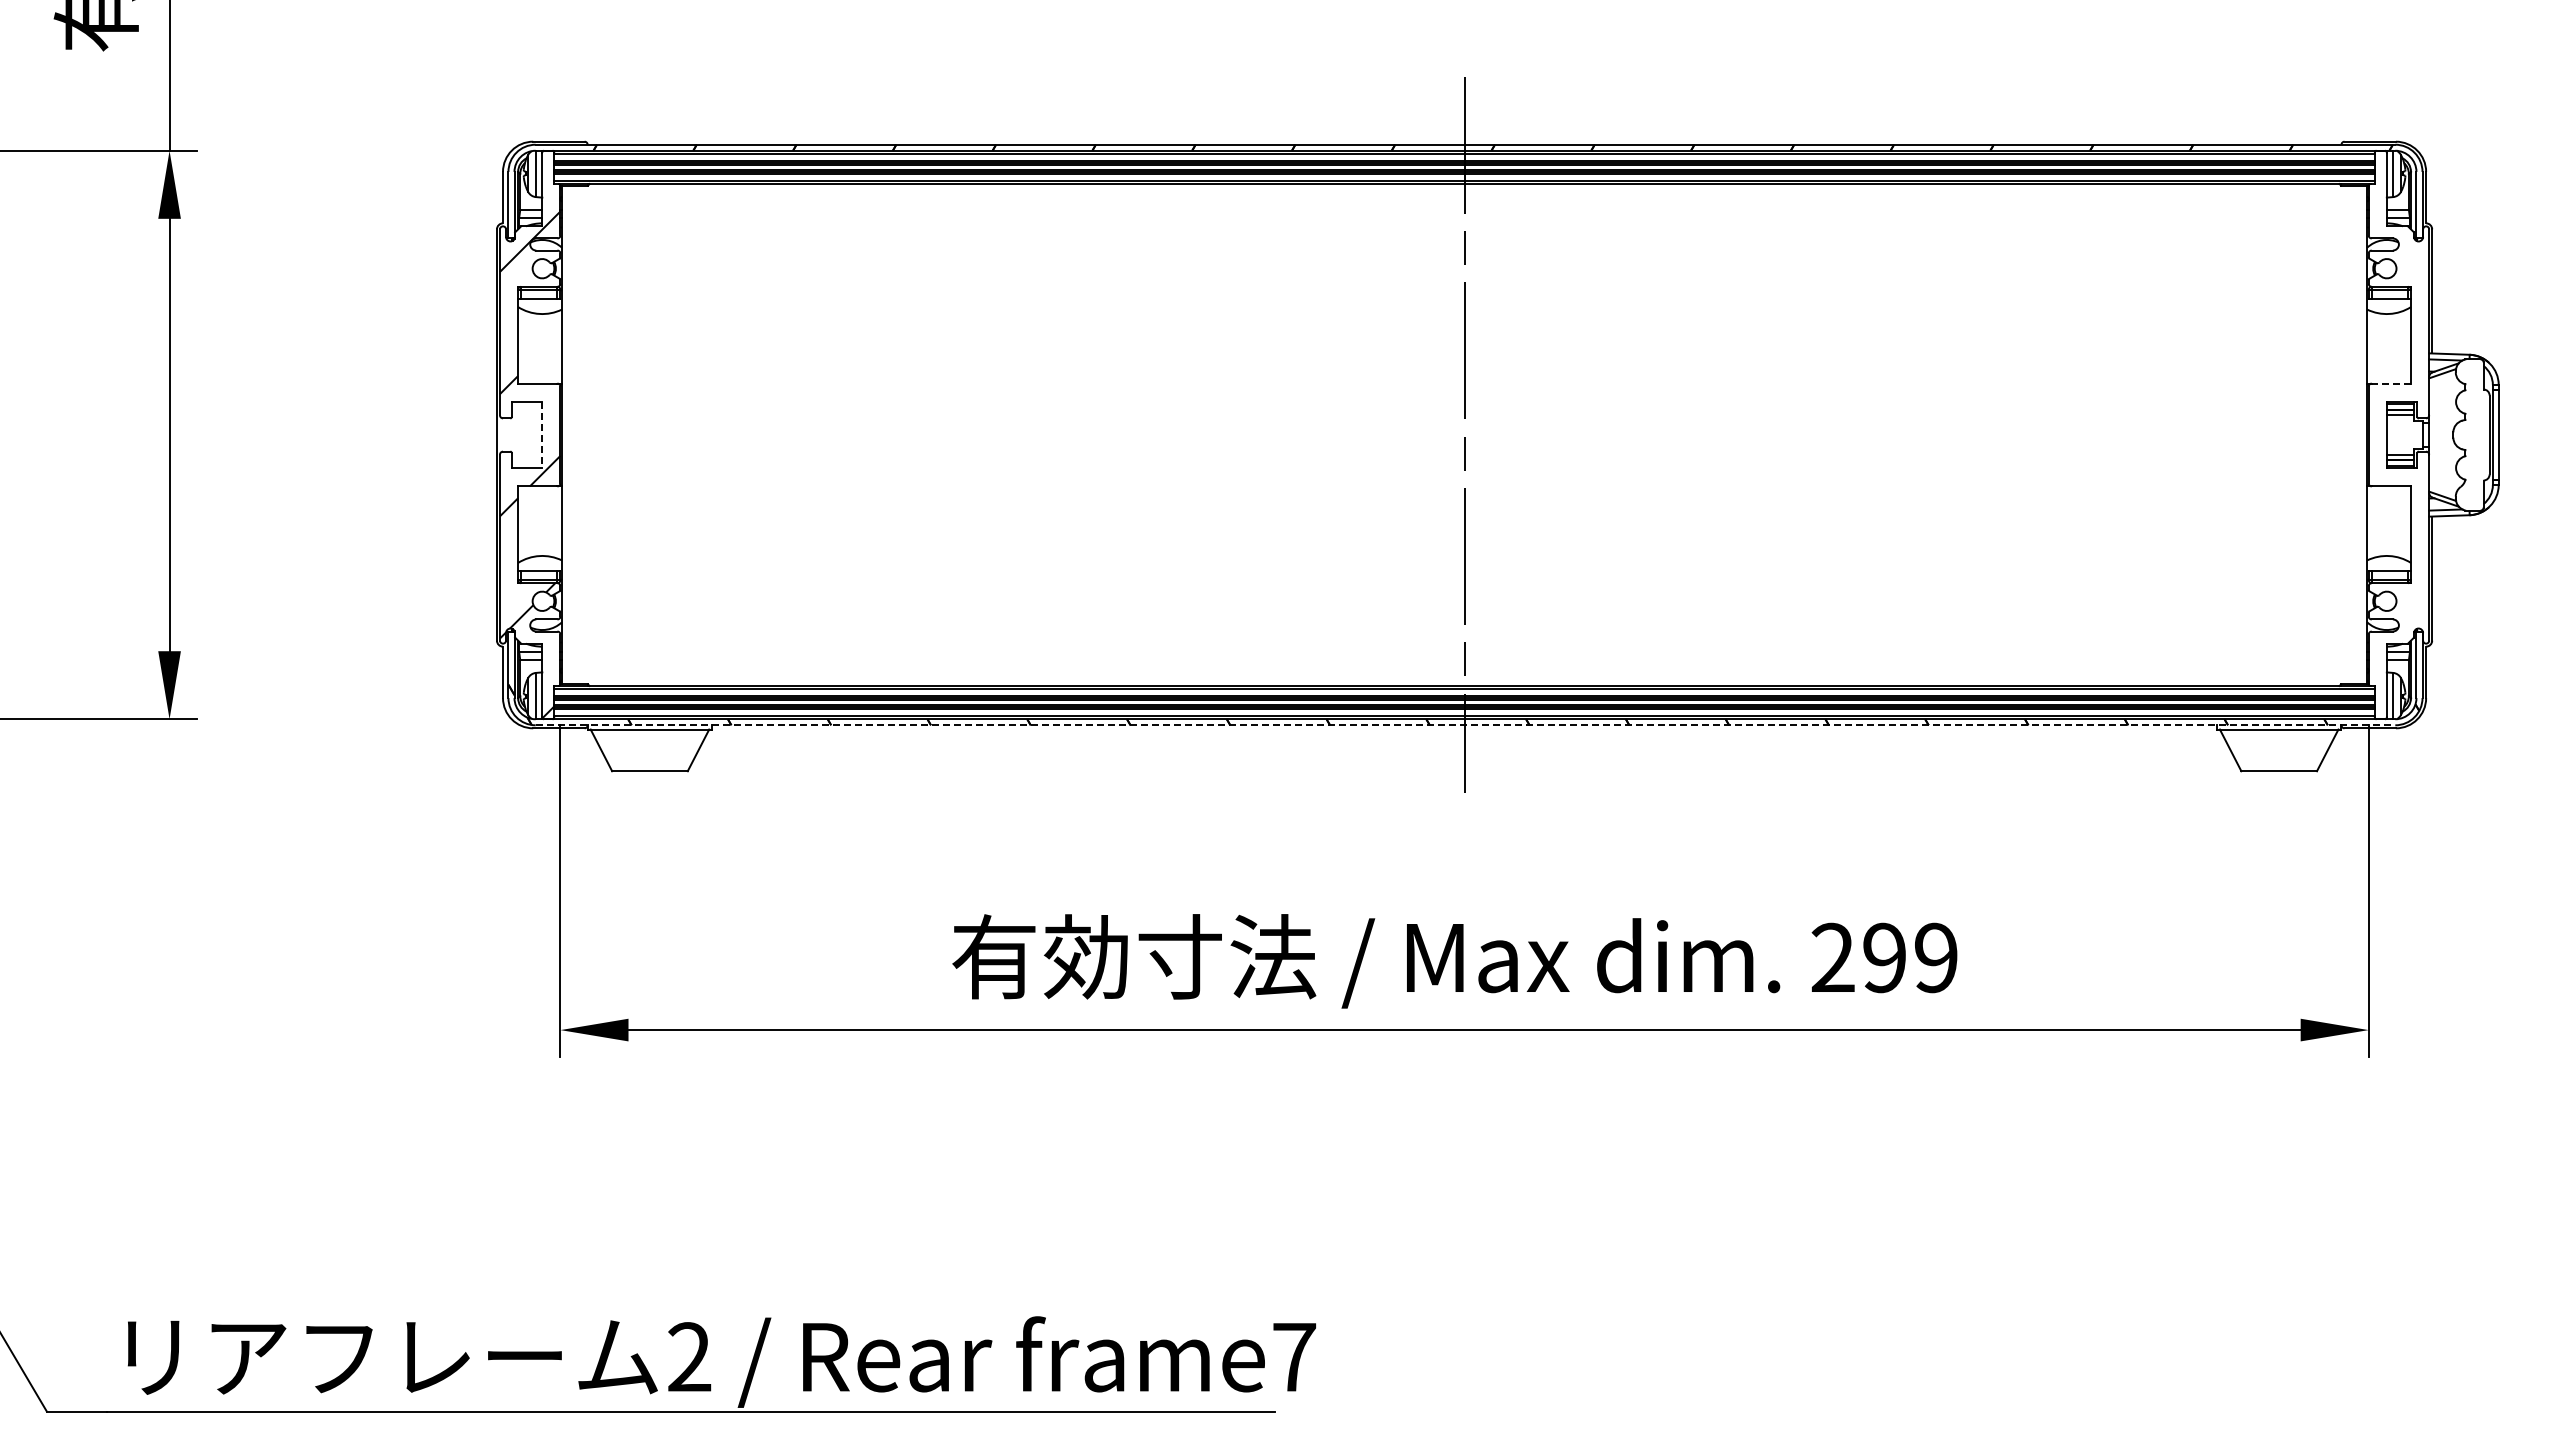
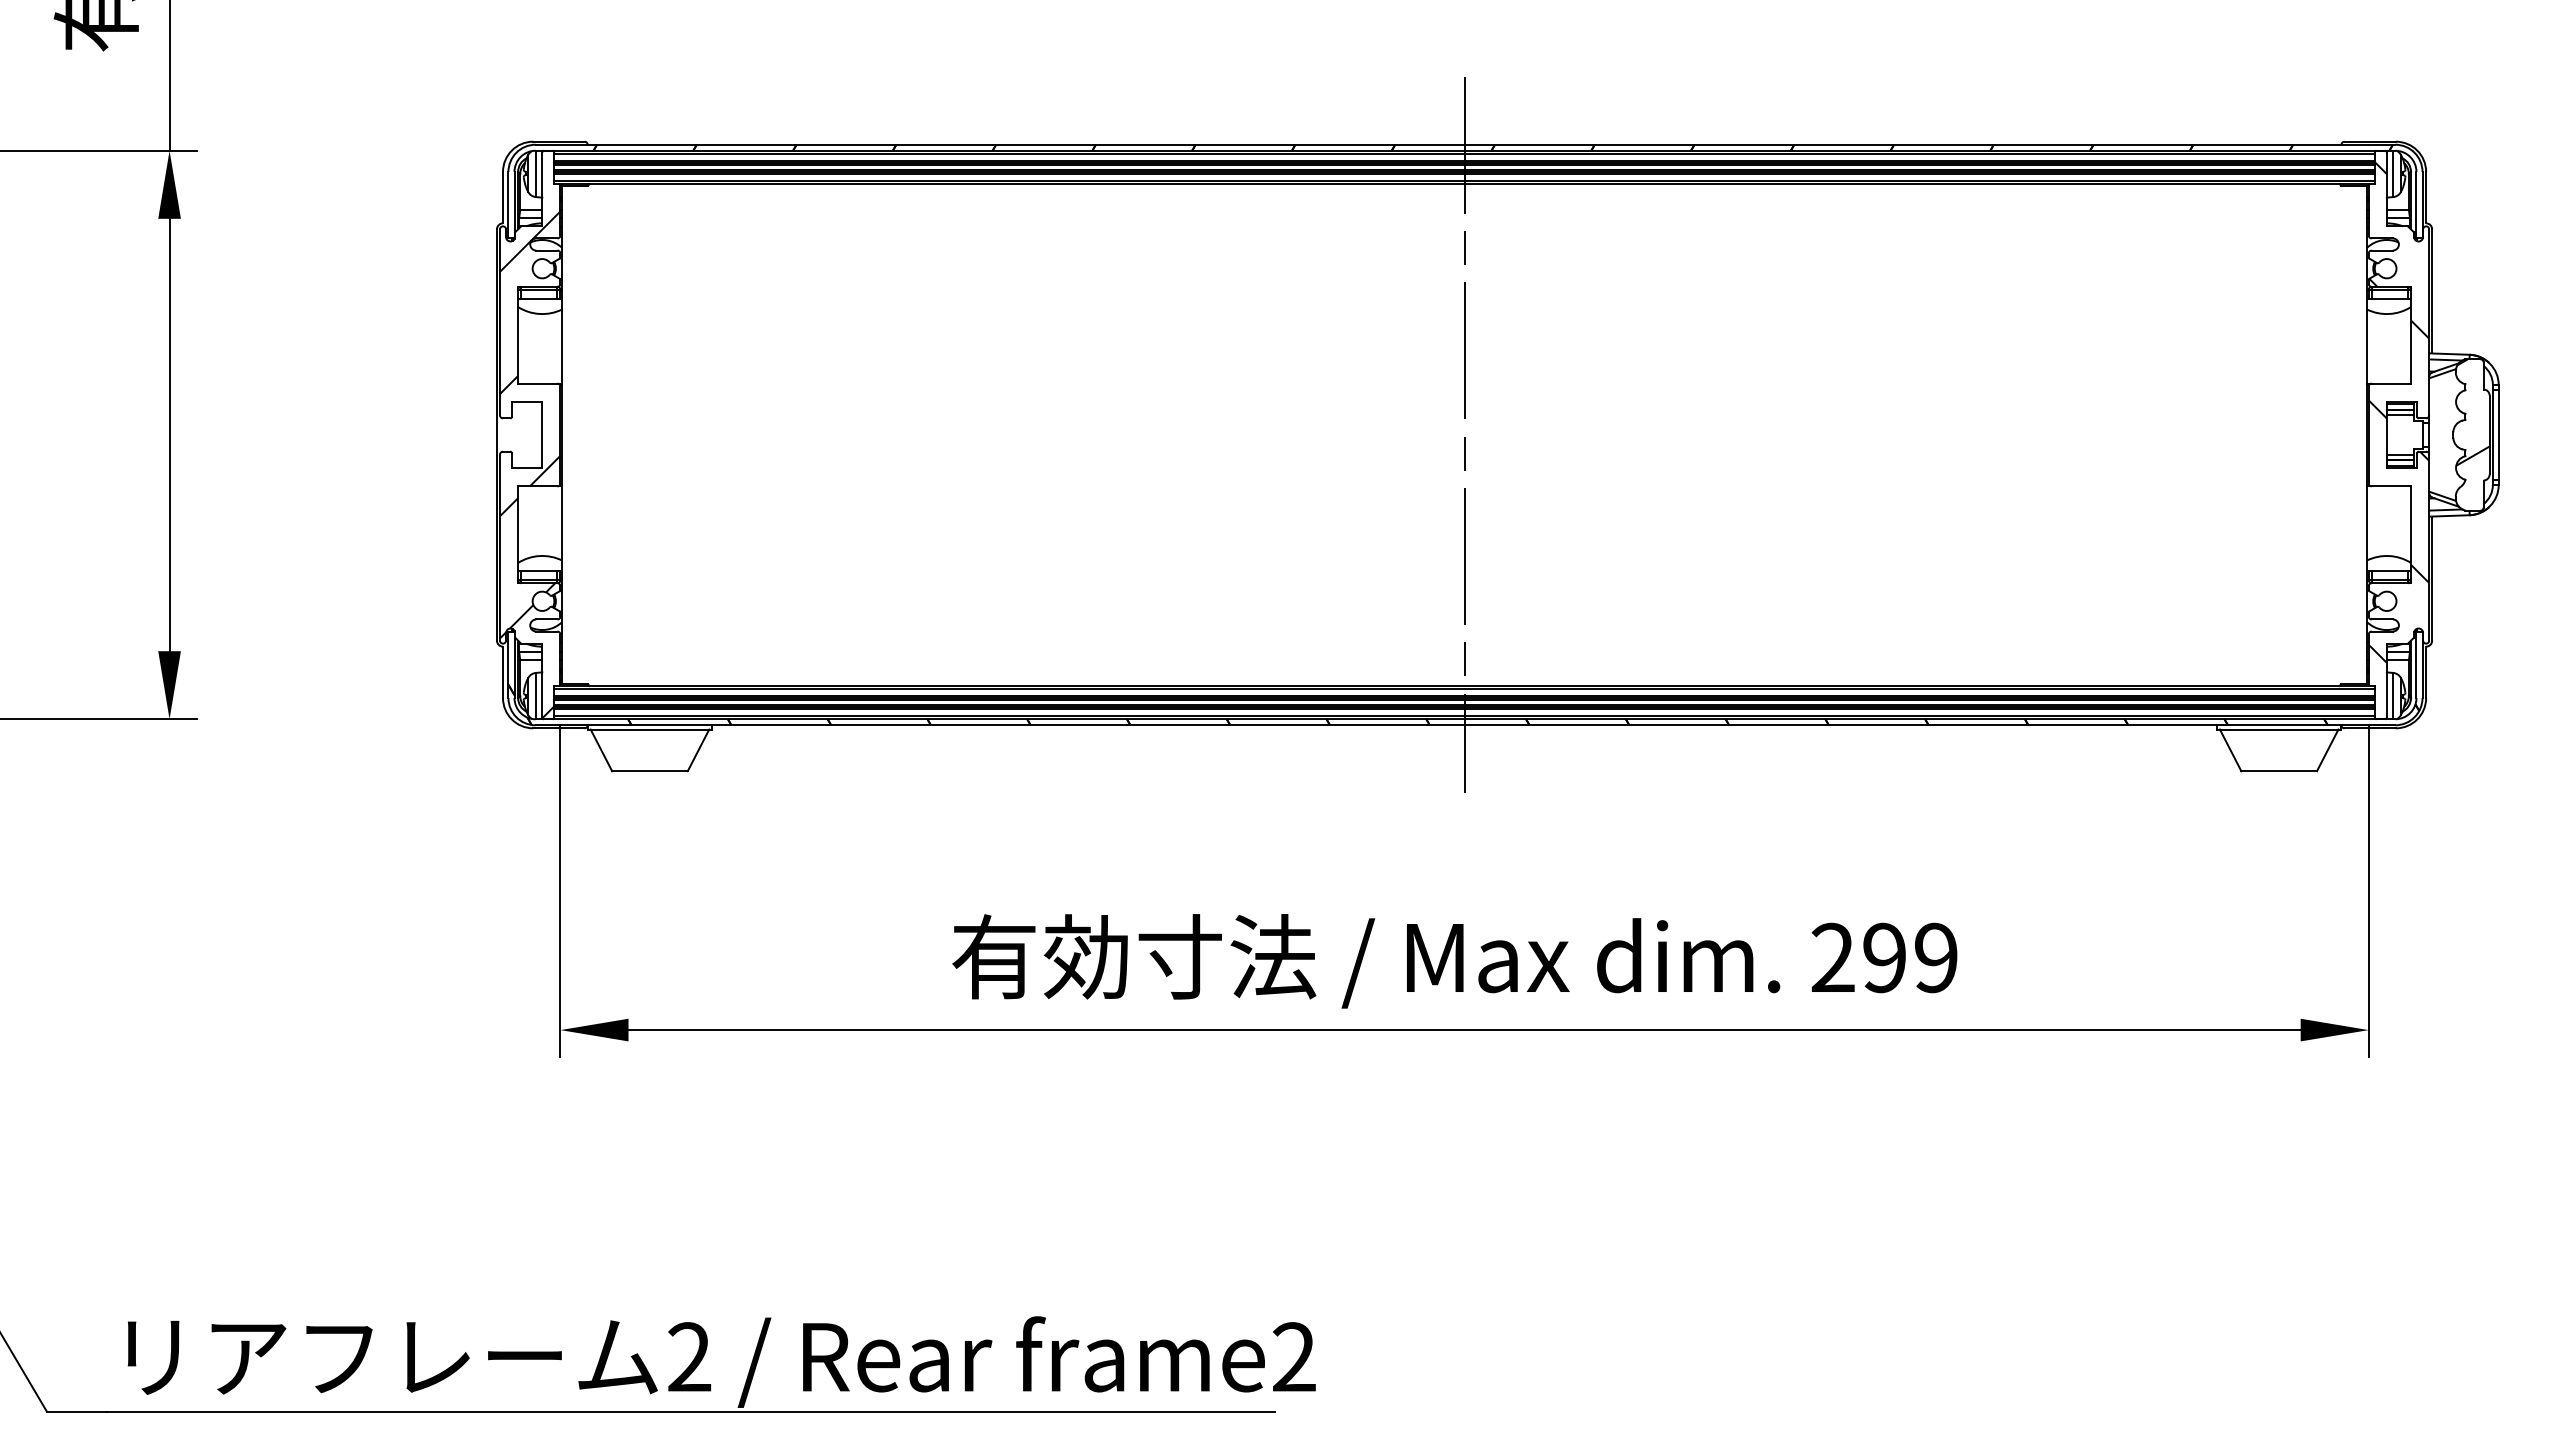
line at (2391, 383): dashed -> solid
hatch at (2398, 412): none -> present
hatch at (2472, 412): none -> present
line at (542, 435): dashed -> solid
line at (1465, 725): dashed -> solid
text at (1294, 1356): frame7 -> frame2
